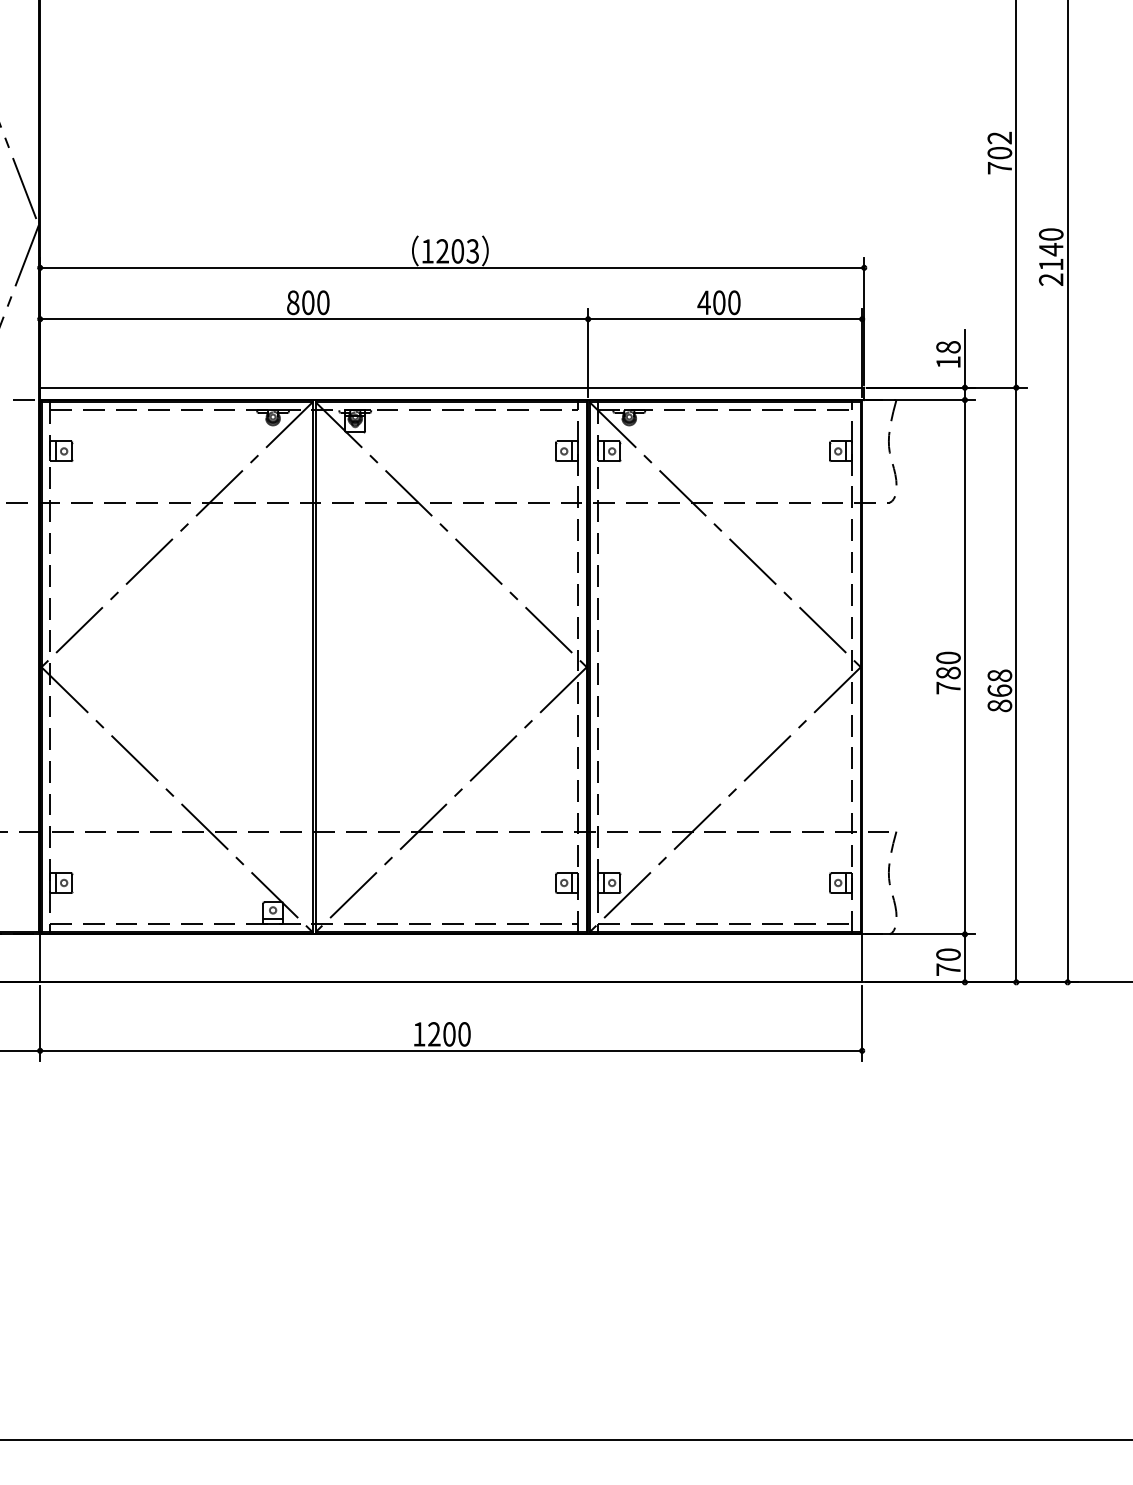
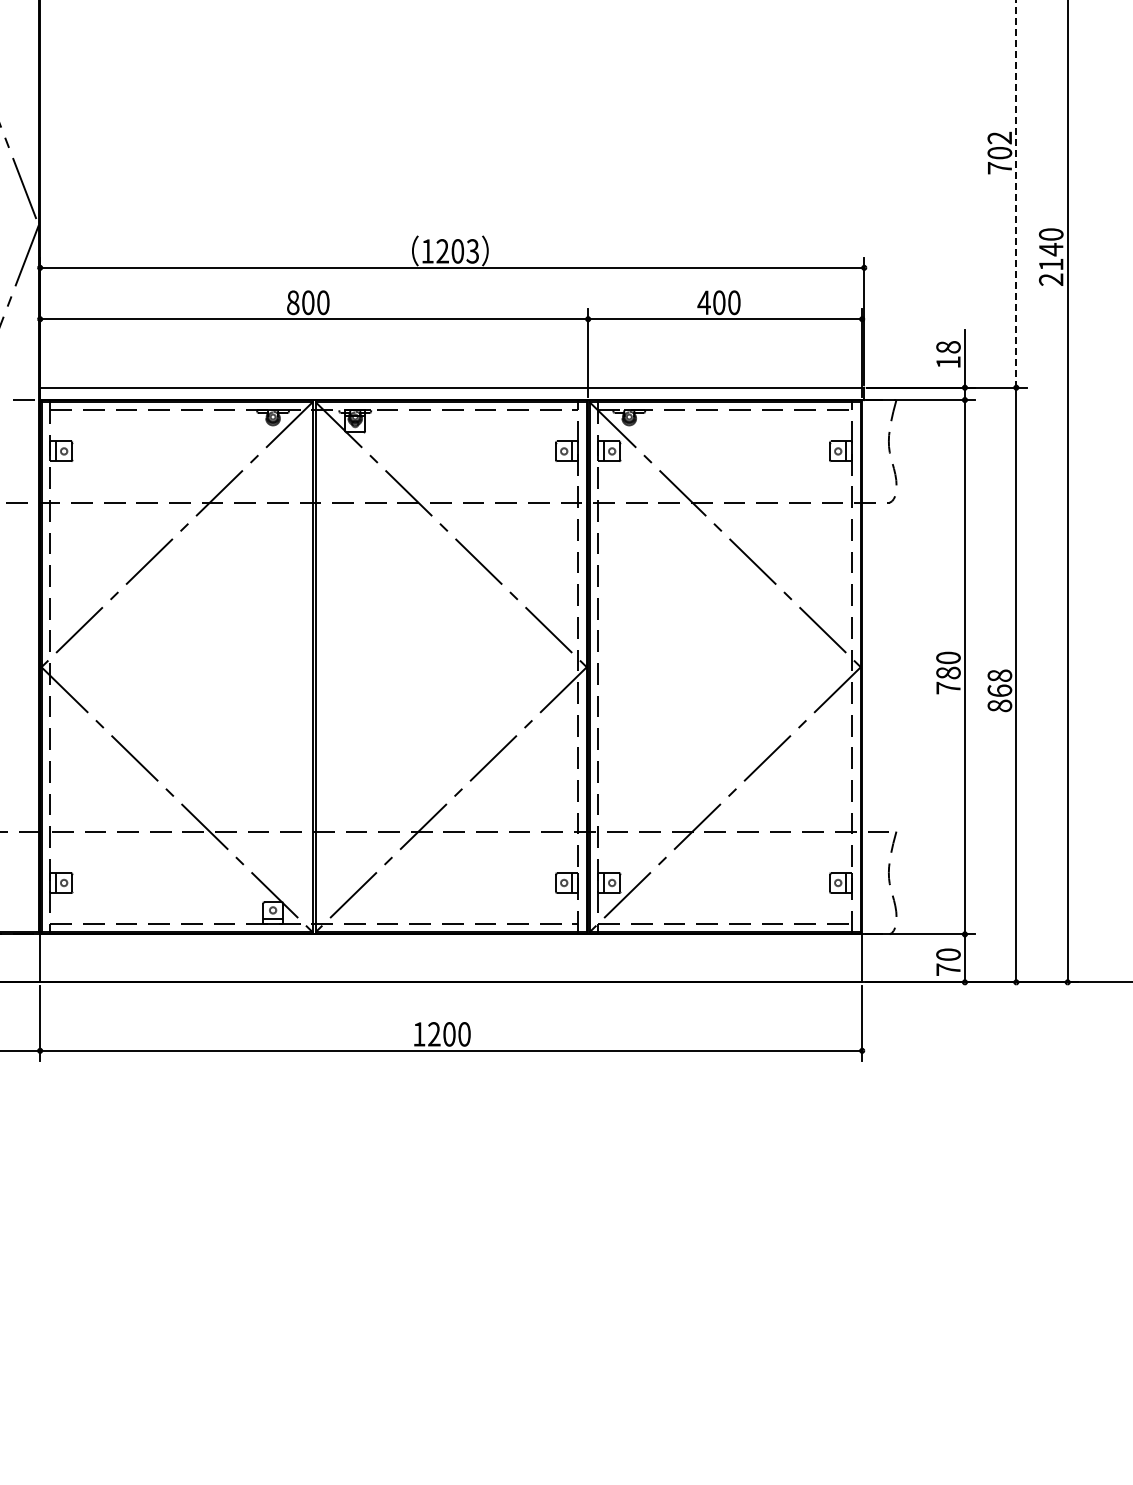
line at (1016, 193): solid -> dashed
line at (565, 1440): present -> none
